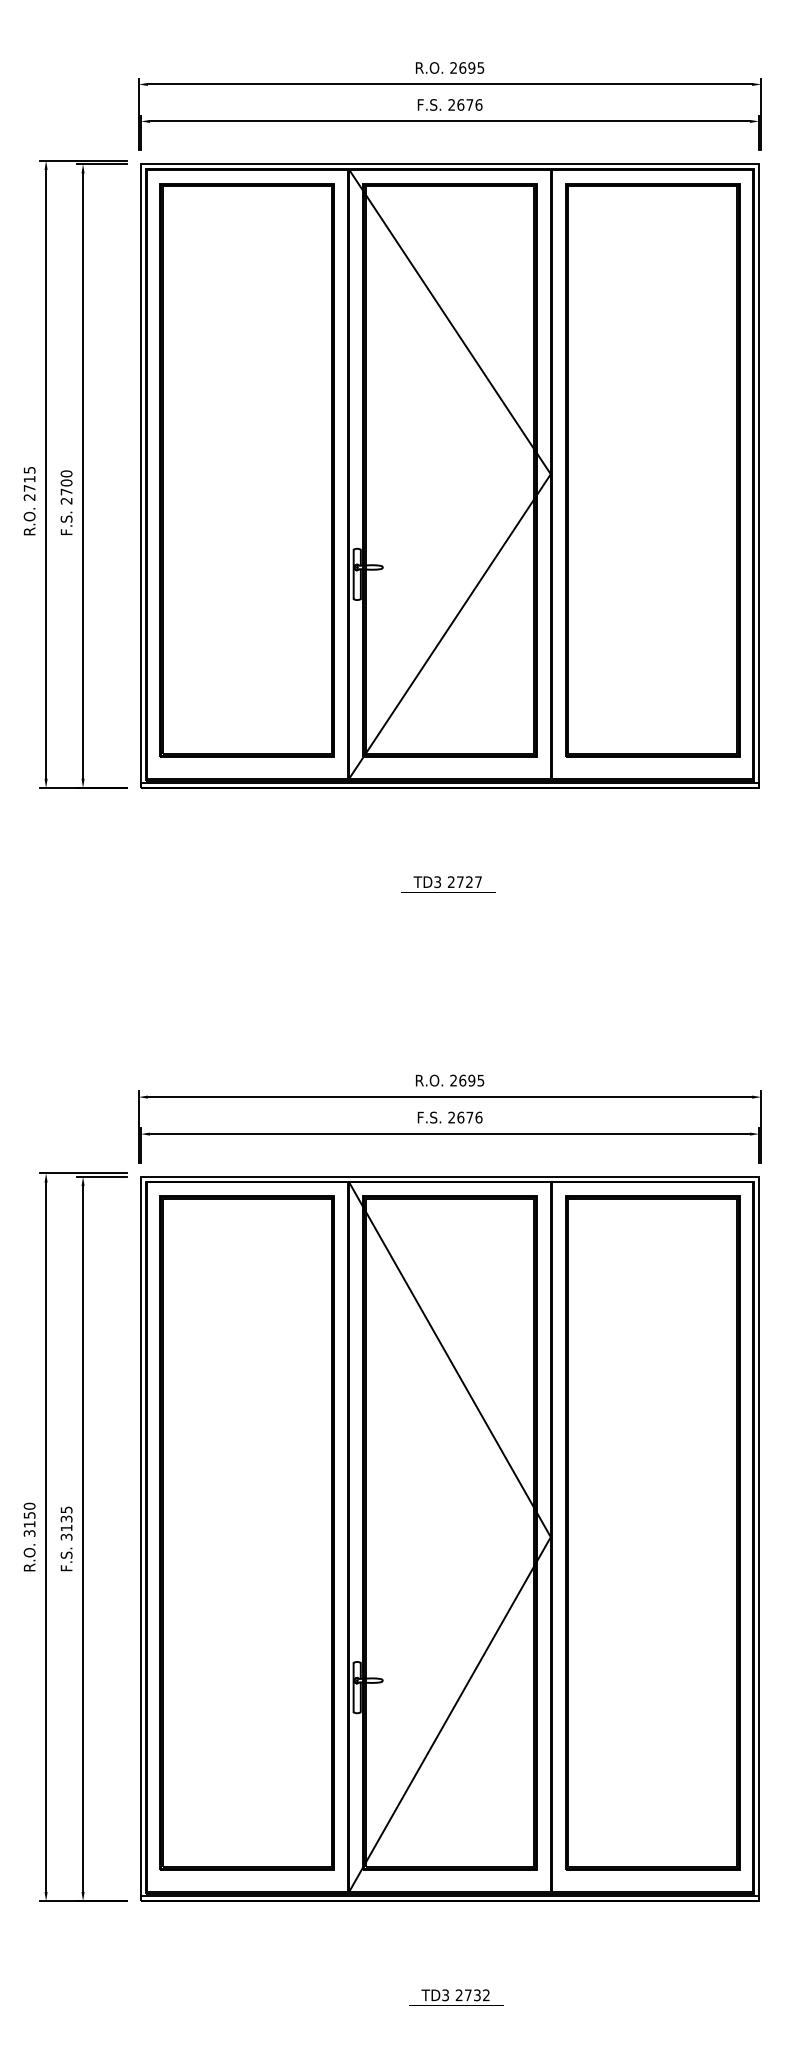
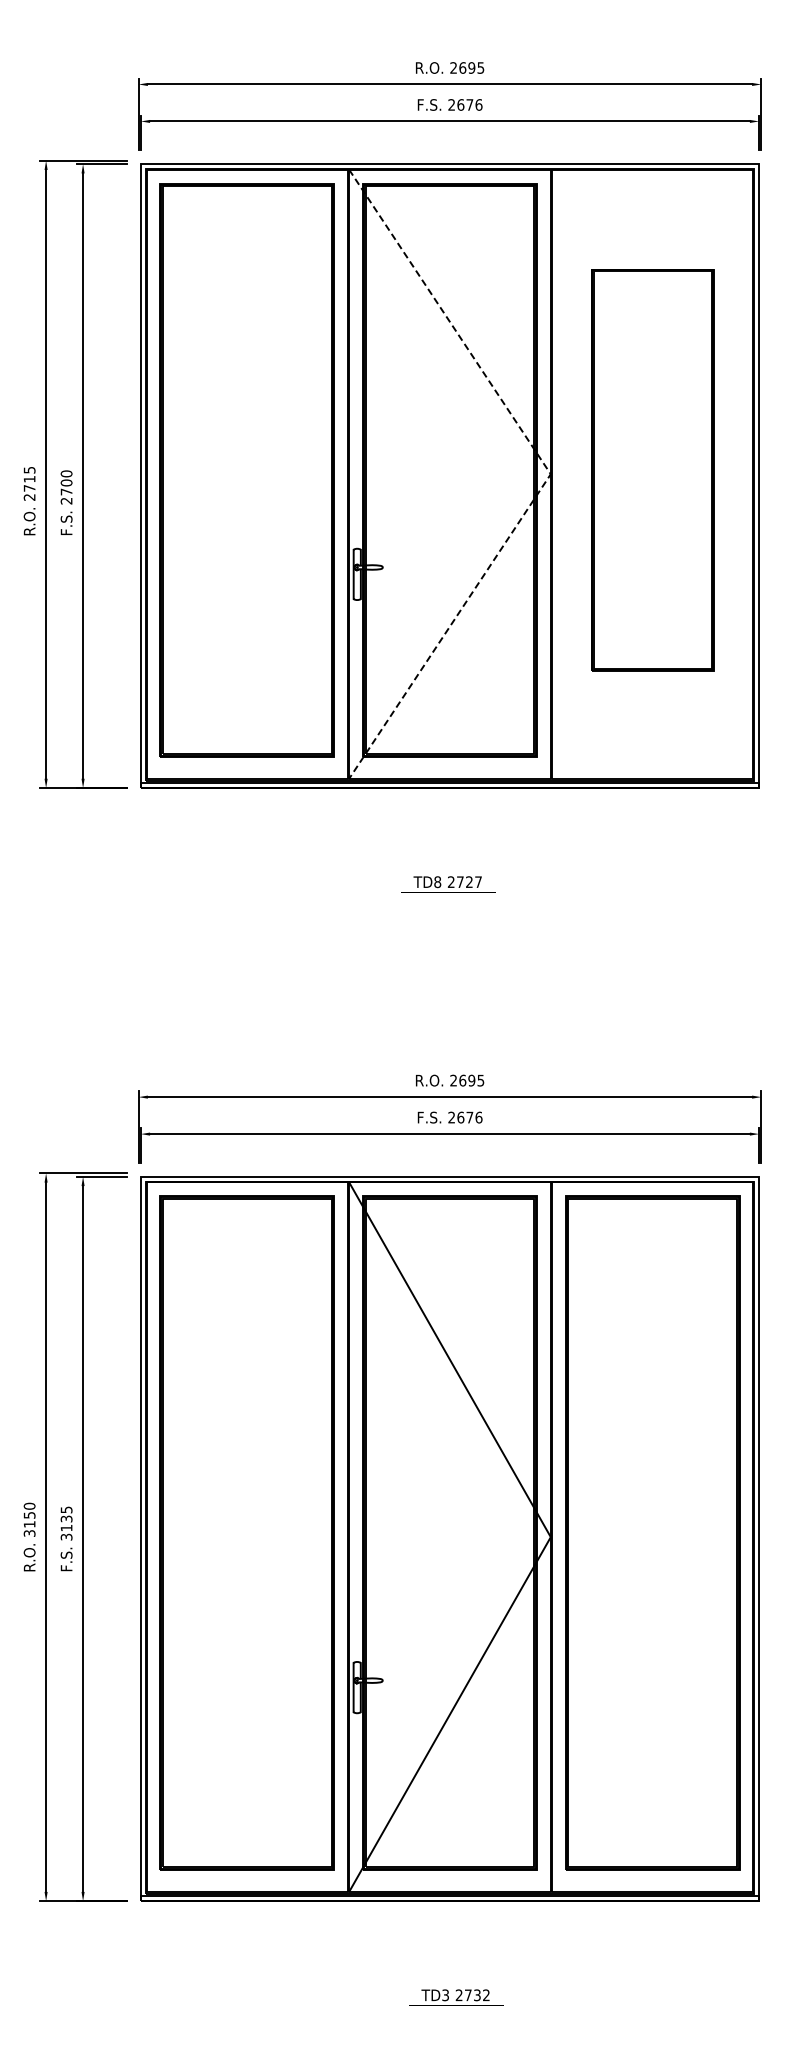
part at (652, 470) size: 176x575 px -> 124x403 px
line at (550, 474): solid -> dashed
text at (437, 882): TD3 -> TD8
